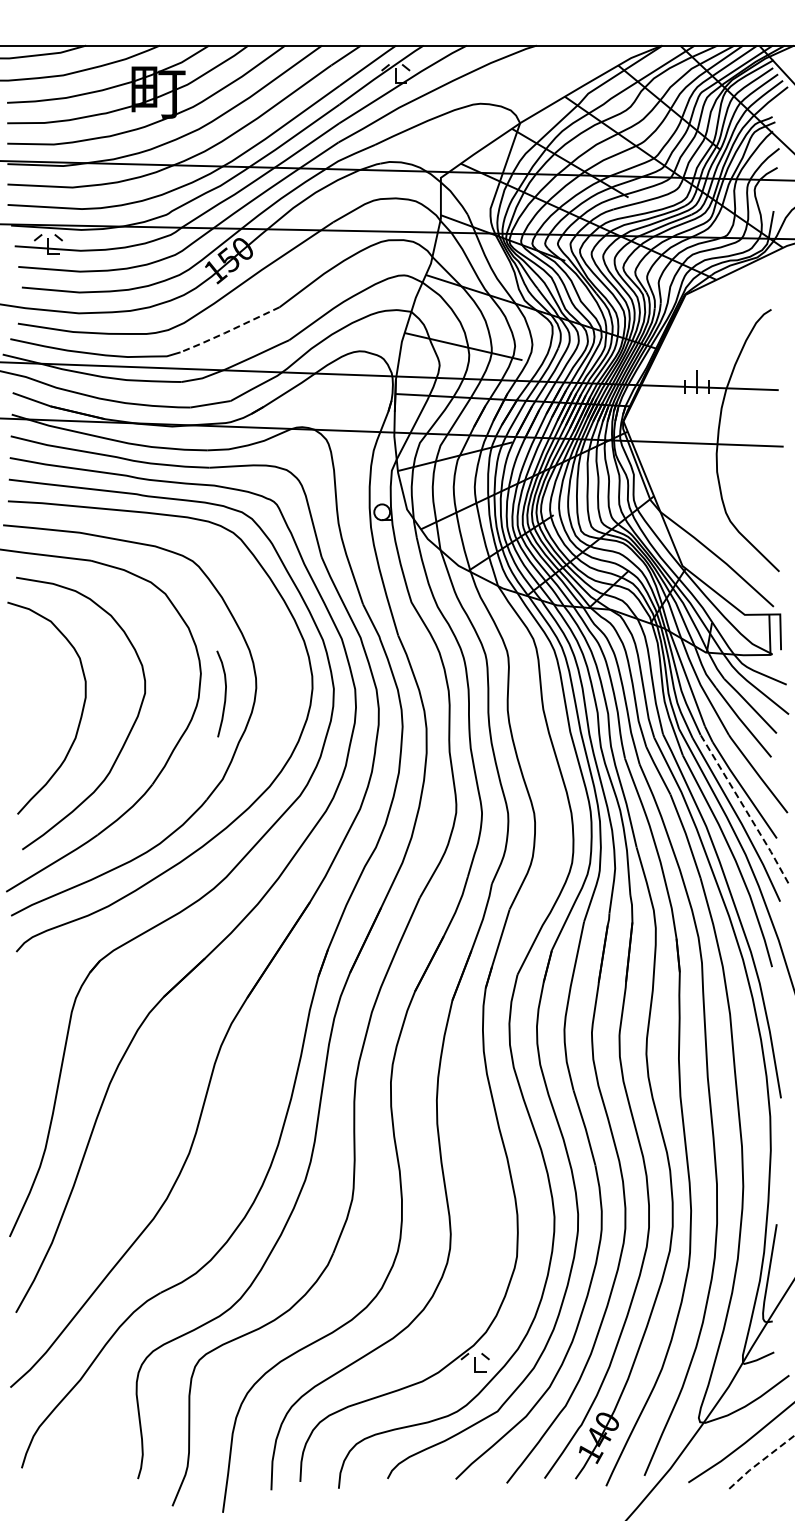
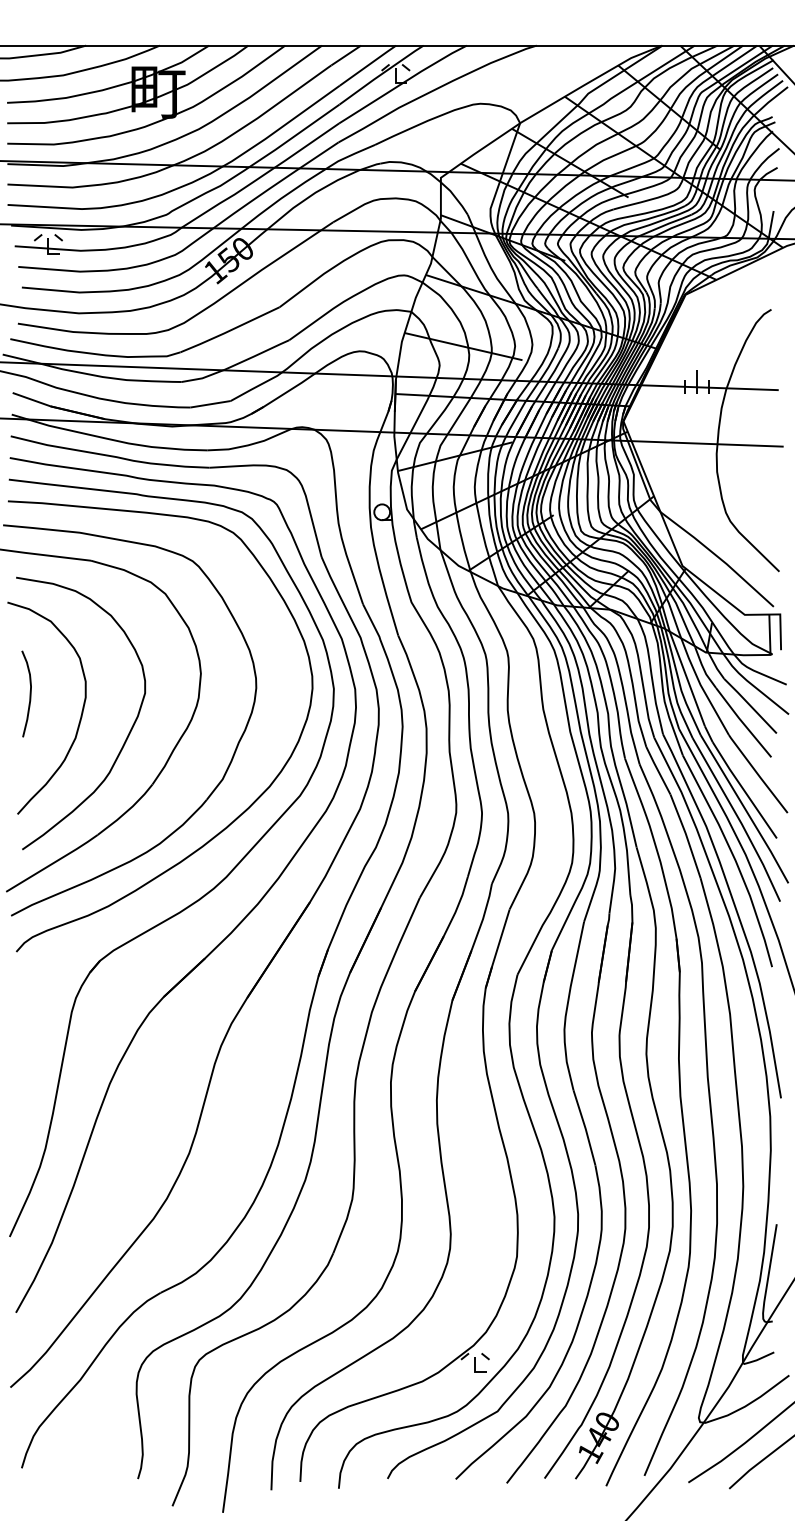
line at (228, 331): dashed -> solid
curve at (224, 693) position: (224, 693) -> (29, 693)
line at (745, 809): dashed -> solid
line at (760, 1461): dashed -> solid
